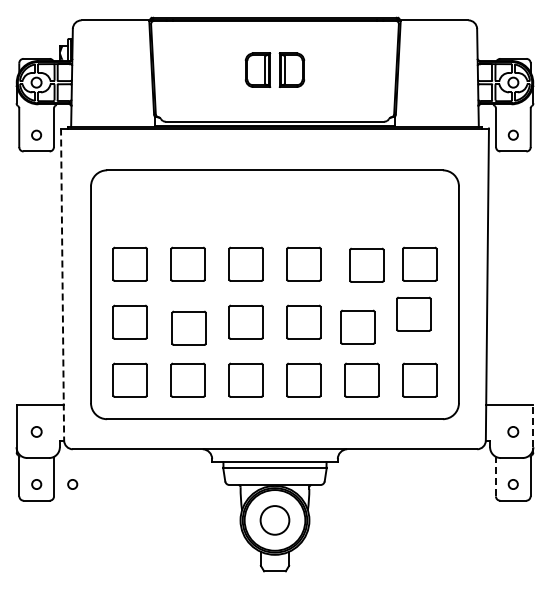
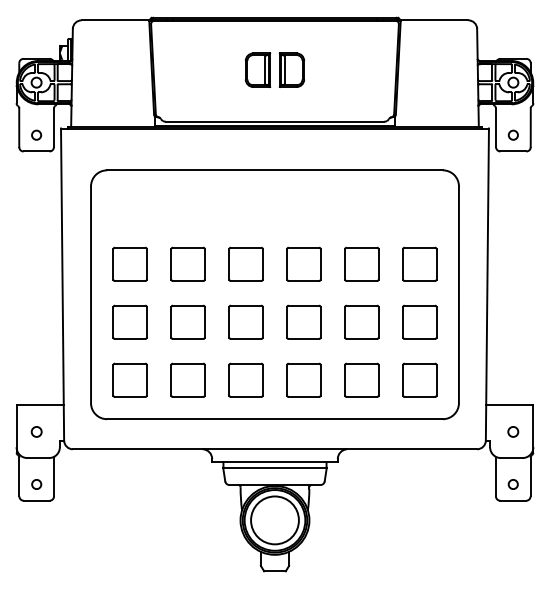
part at (366, 264) position: (366, 264) -> (361, 263)
line at (62, 285): dashed -> solid
part at (413, 313) position: (413, 313) -> (419, 321)
part at (357, 326) position: (357, 326) -> (361, 321)
part at (188, 327) position: (188, 327) -> (187, 321)
line at (533, 425): dashed -> solid
line at (495, 476): dashed -> solid
circle at (72, 484): present -> none
circle at (274, 520) diameter: 29 px -> 48 px
